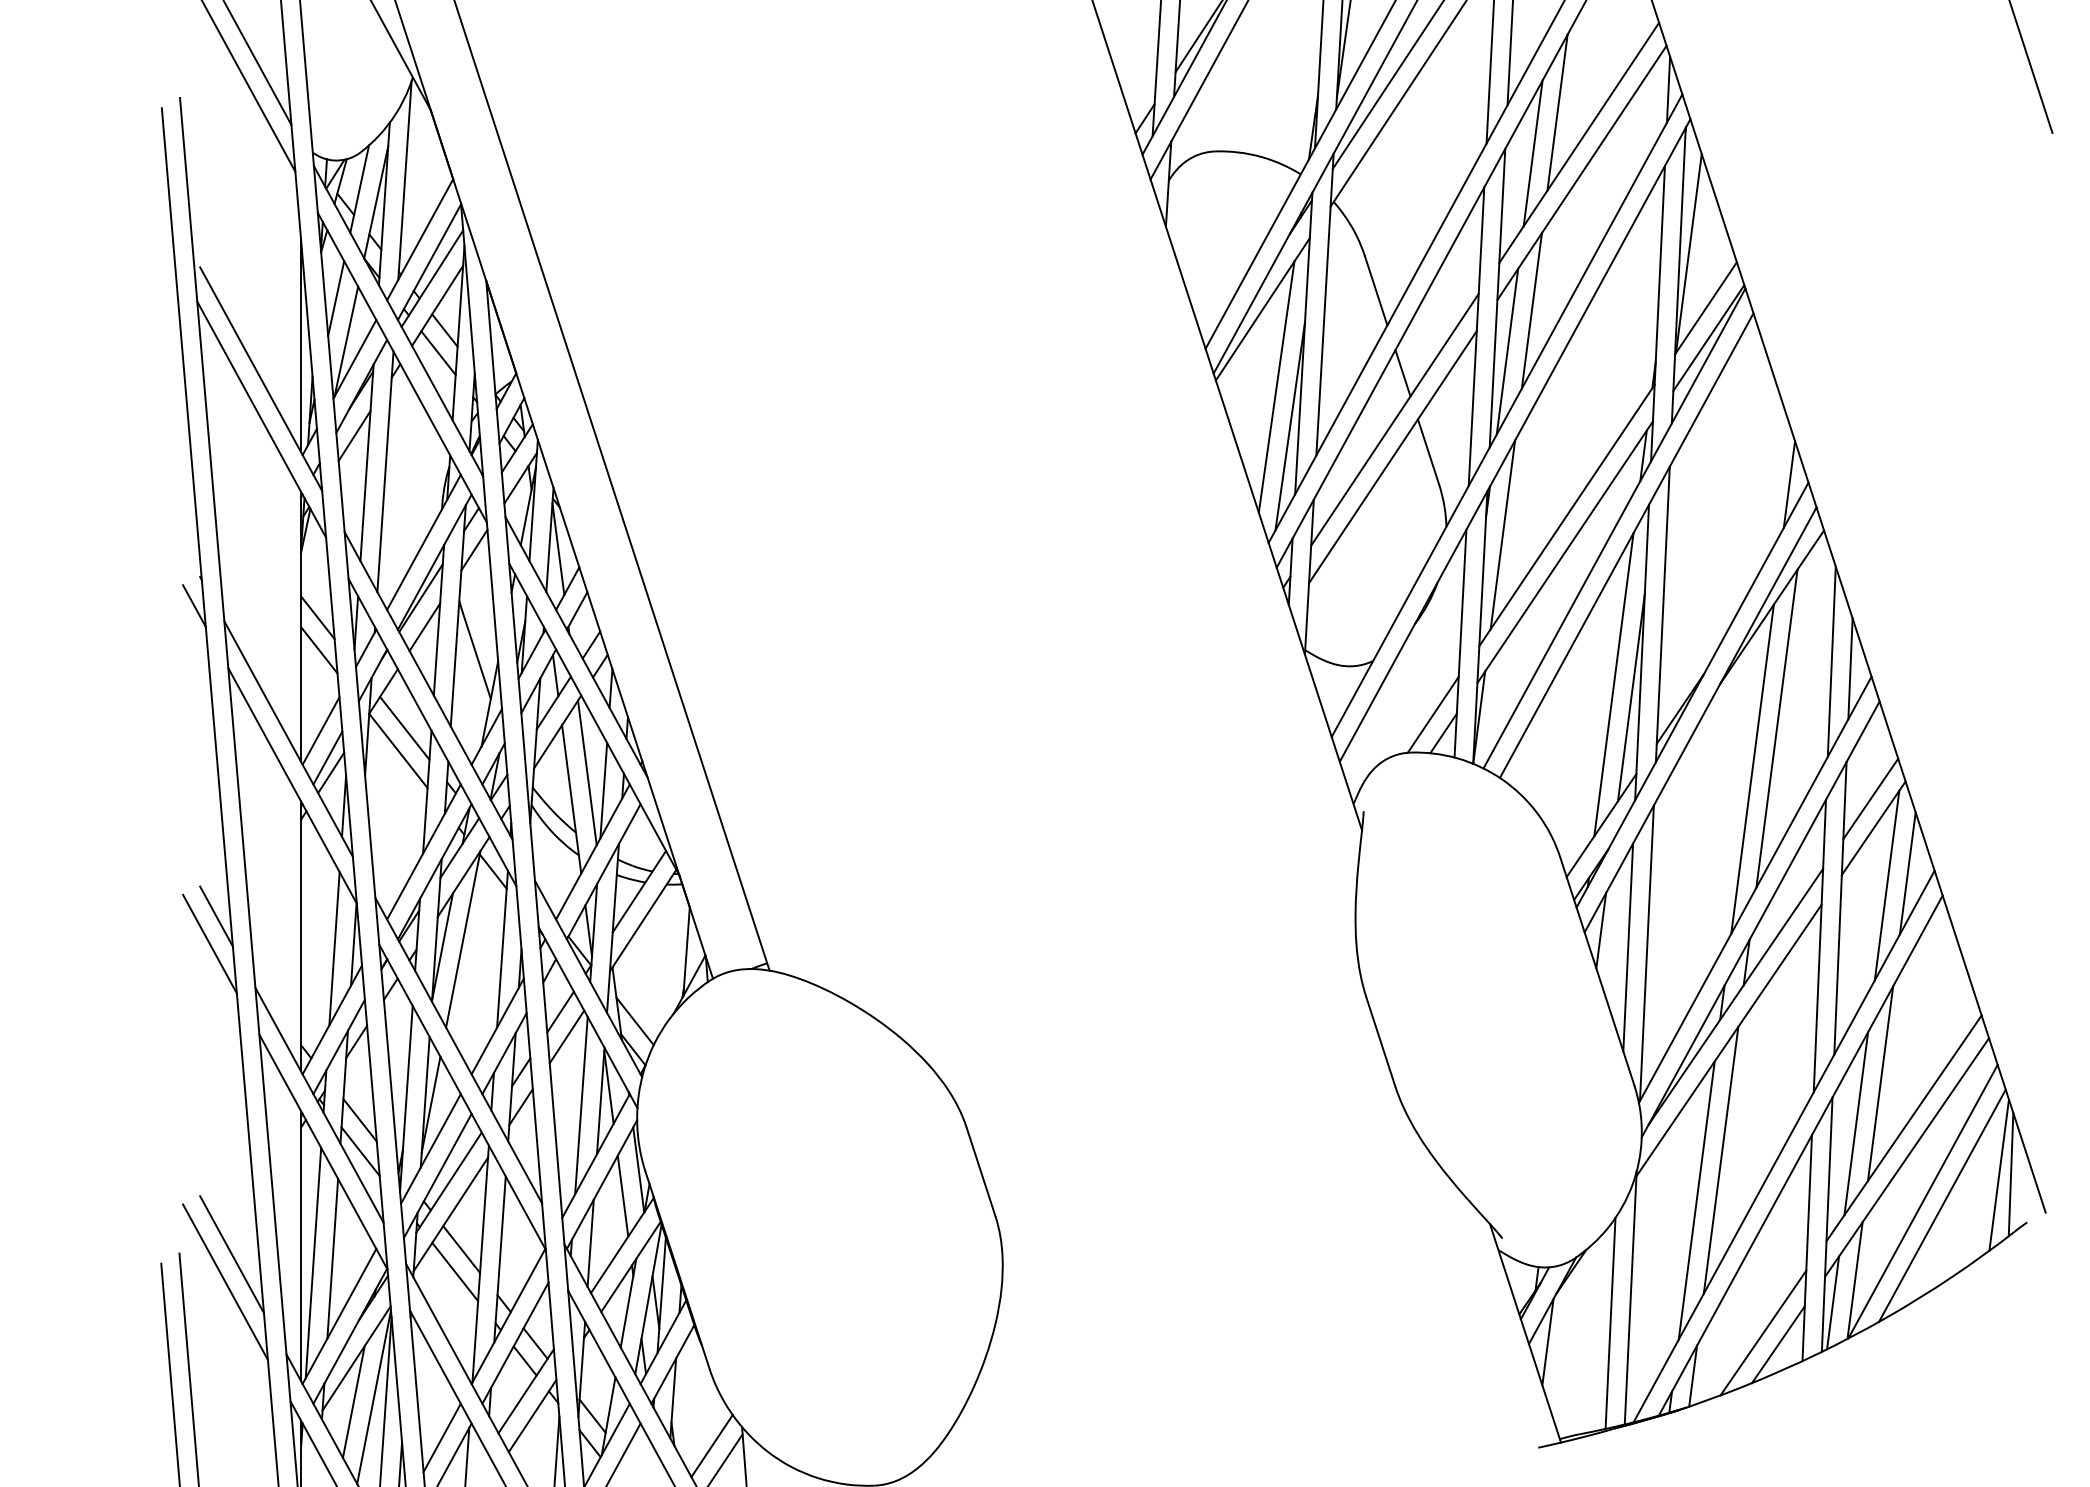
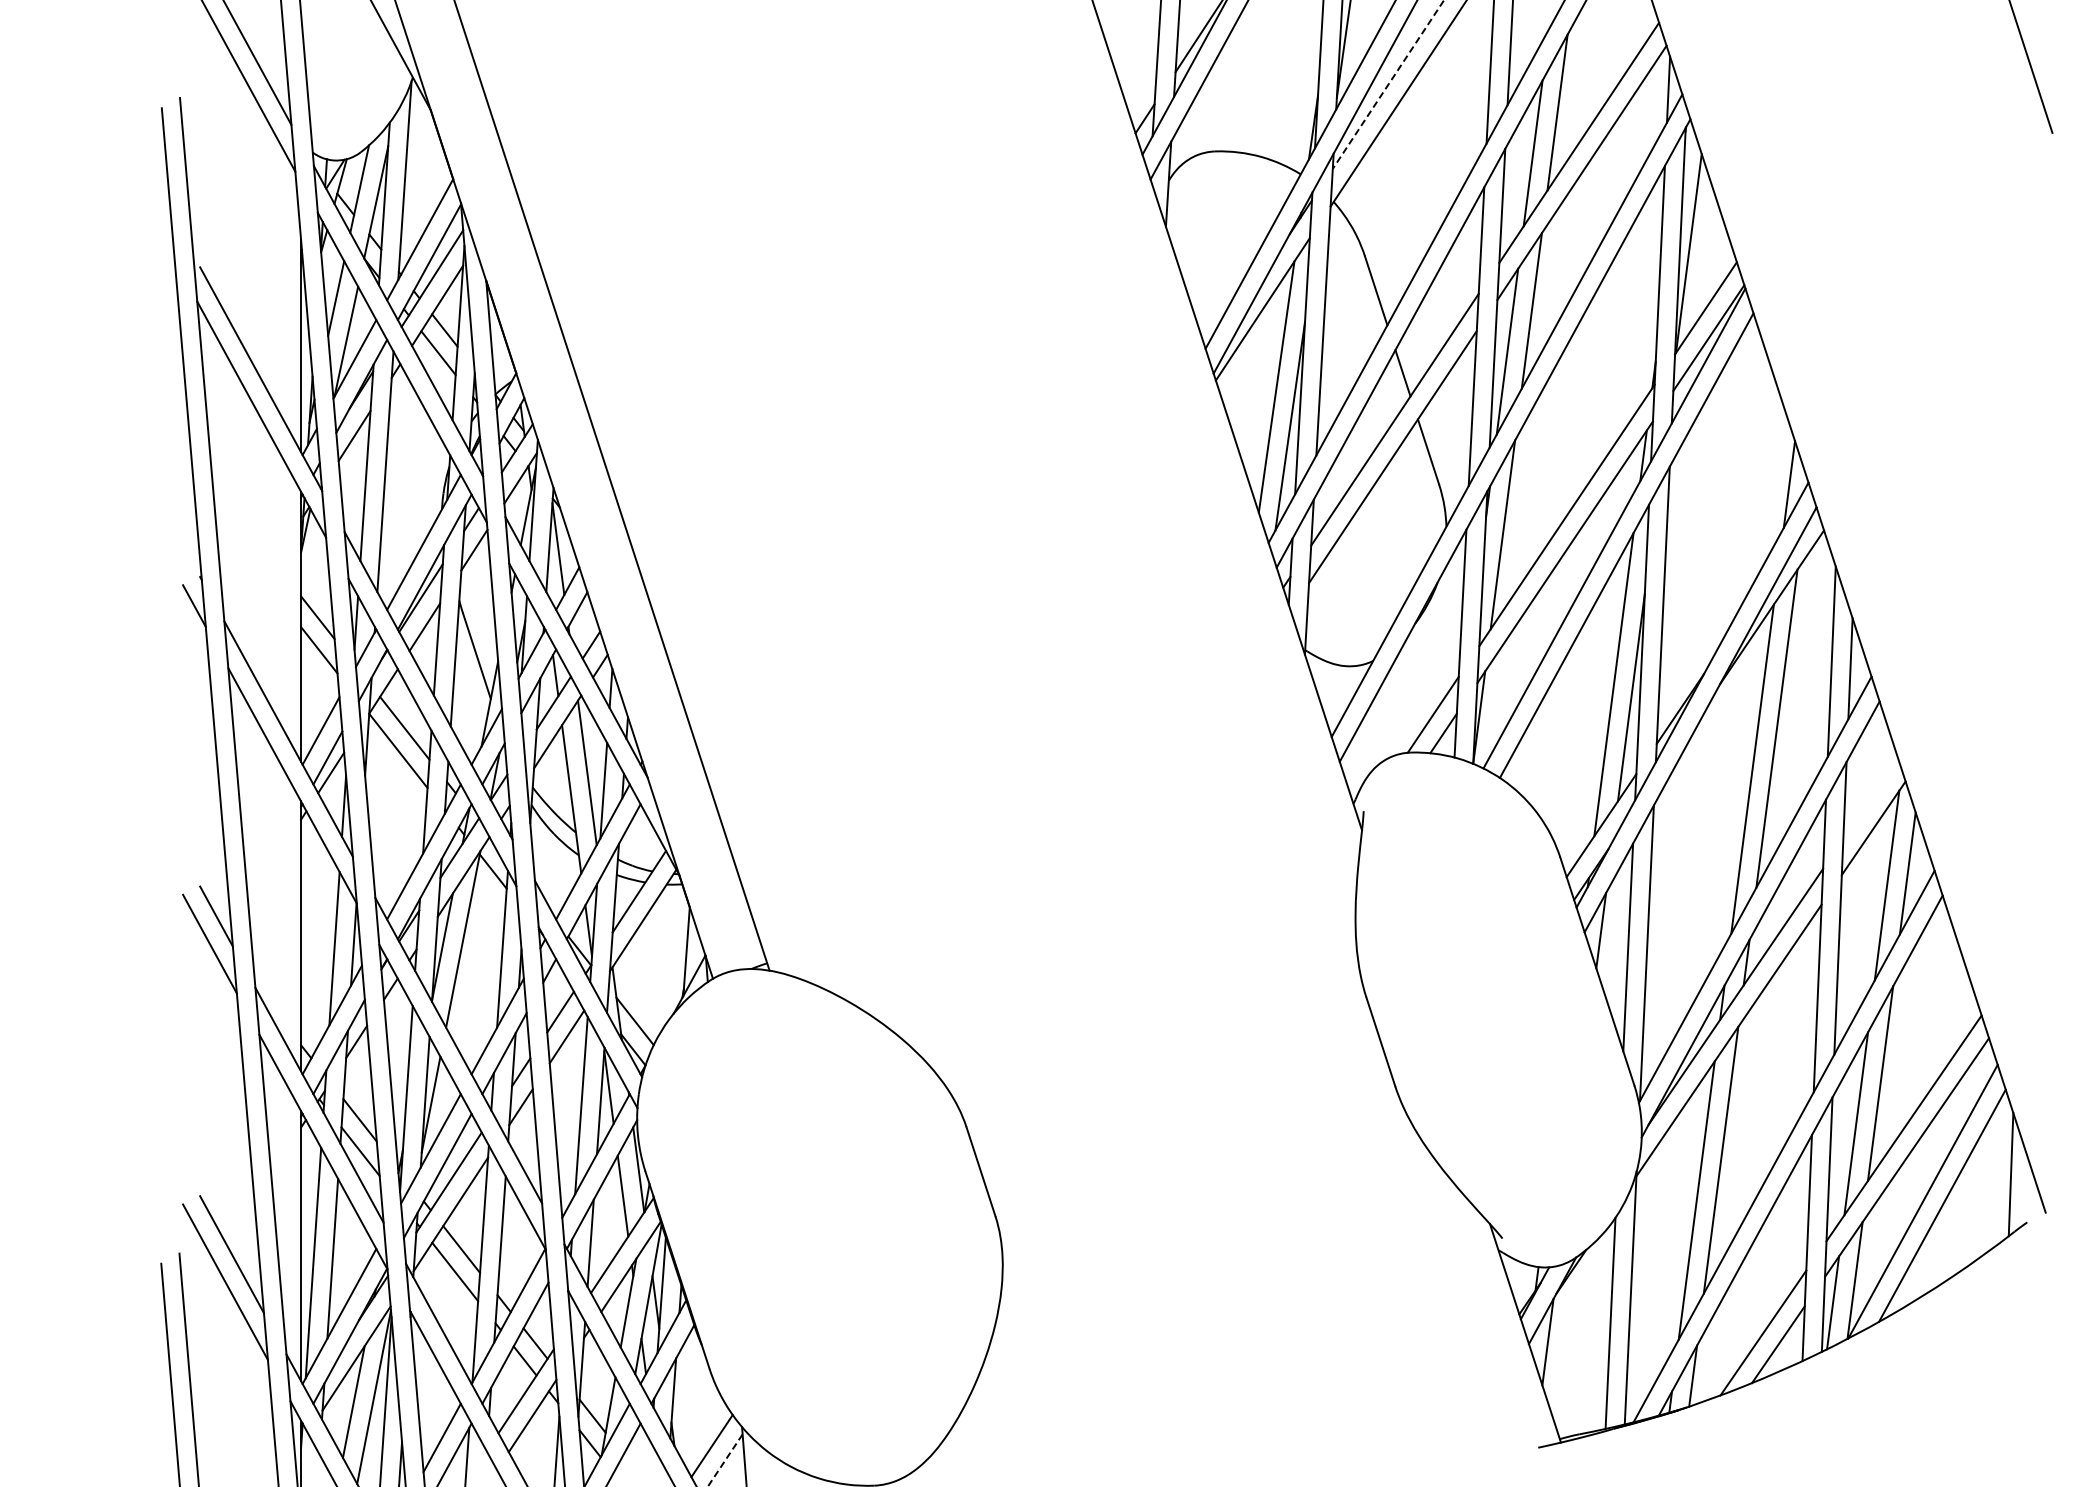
line at (1388, 84): solid -> dashed
line at (1870, 798): present -> none
line at (1998, 1174): present -> none
line at (724, 1460): solid -> dashed
